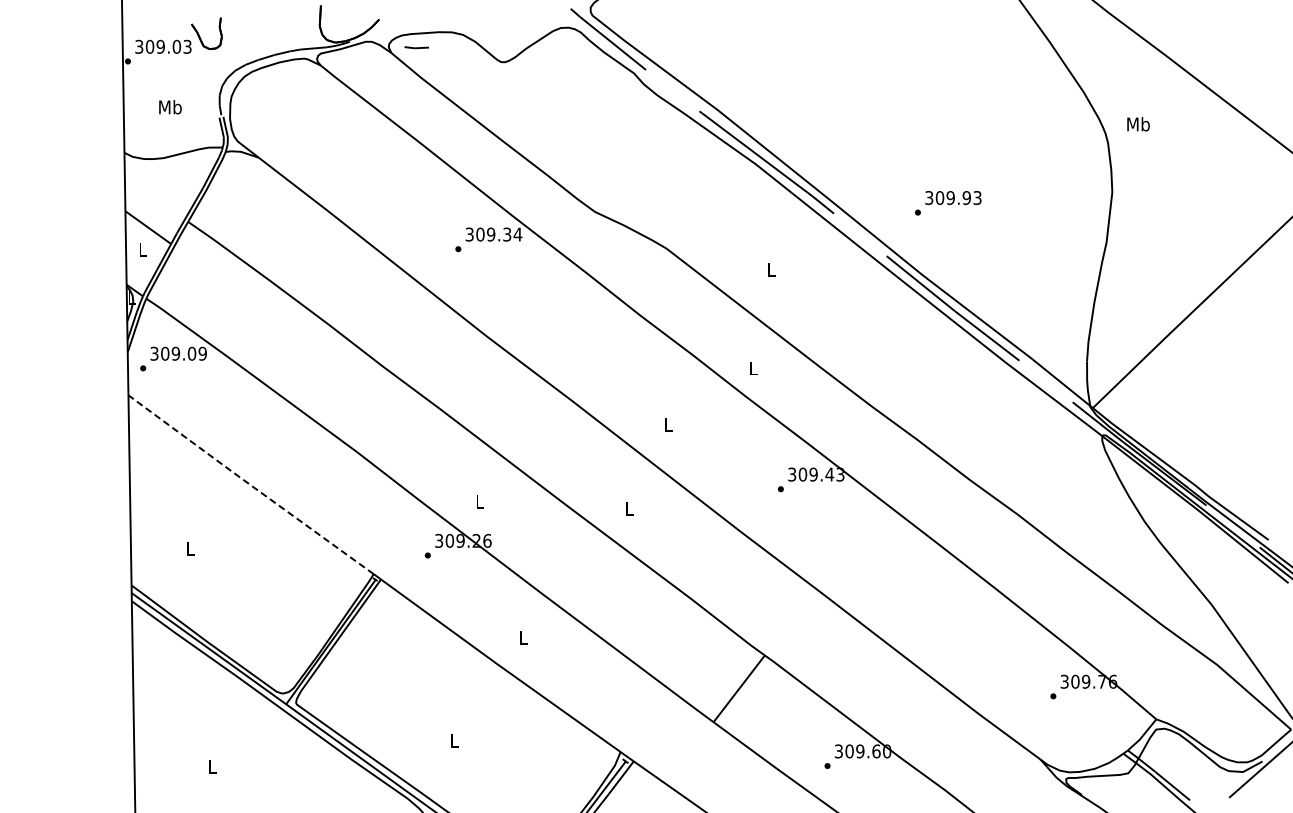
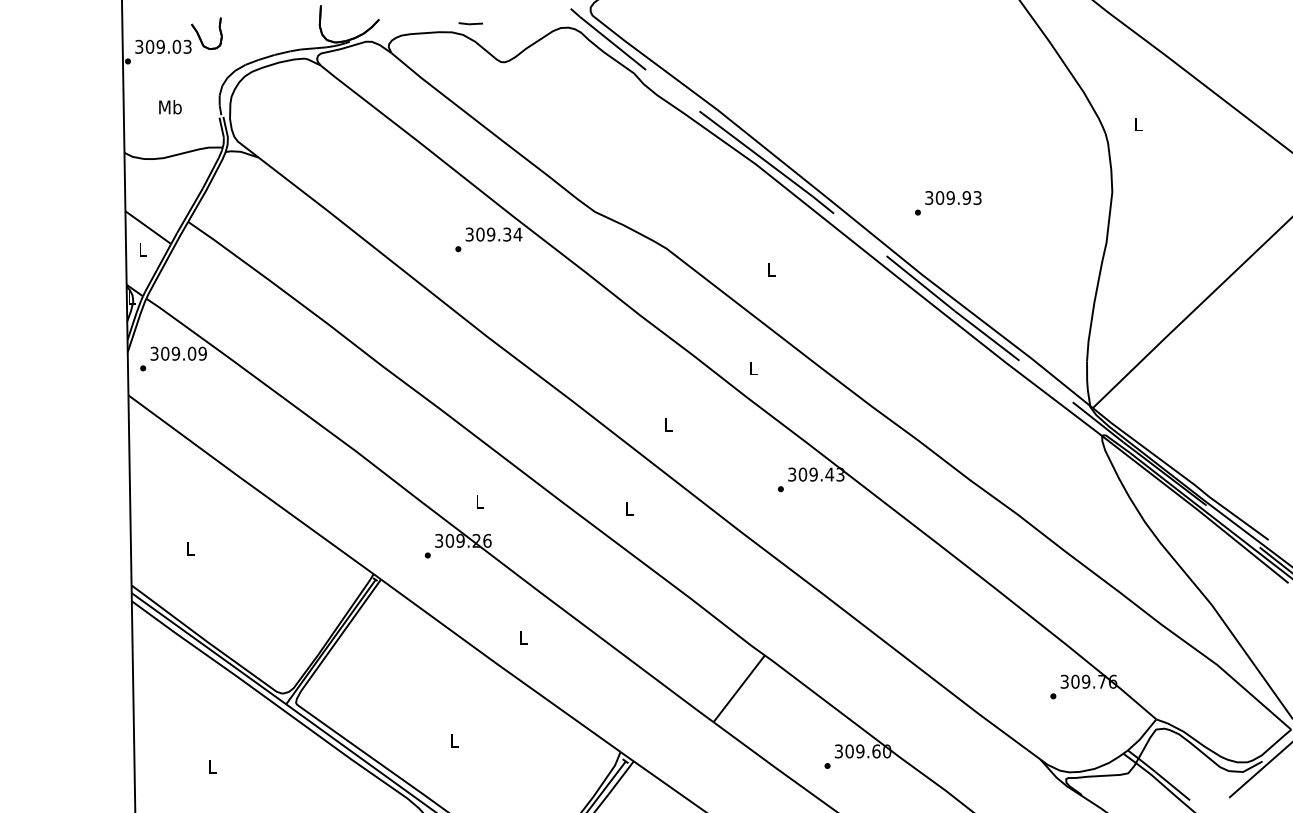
line at (416, 47) position: (416, 47) -> (470, 23)
text at (1138, 124): Mb -> L
line at (249, 484): dashed -> solid
